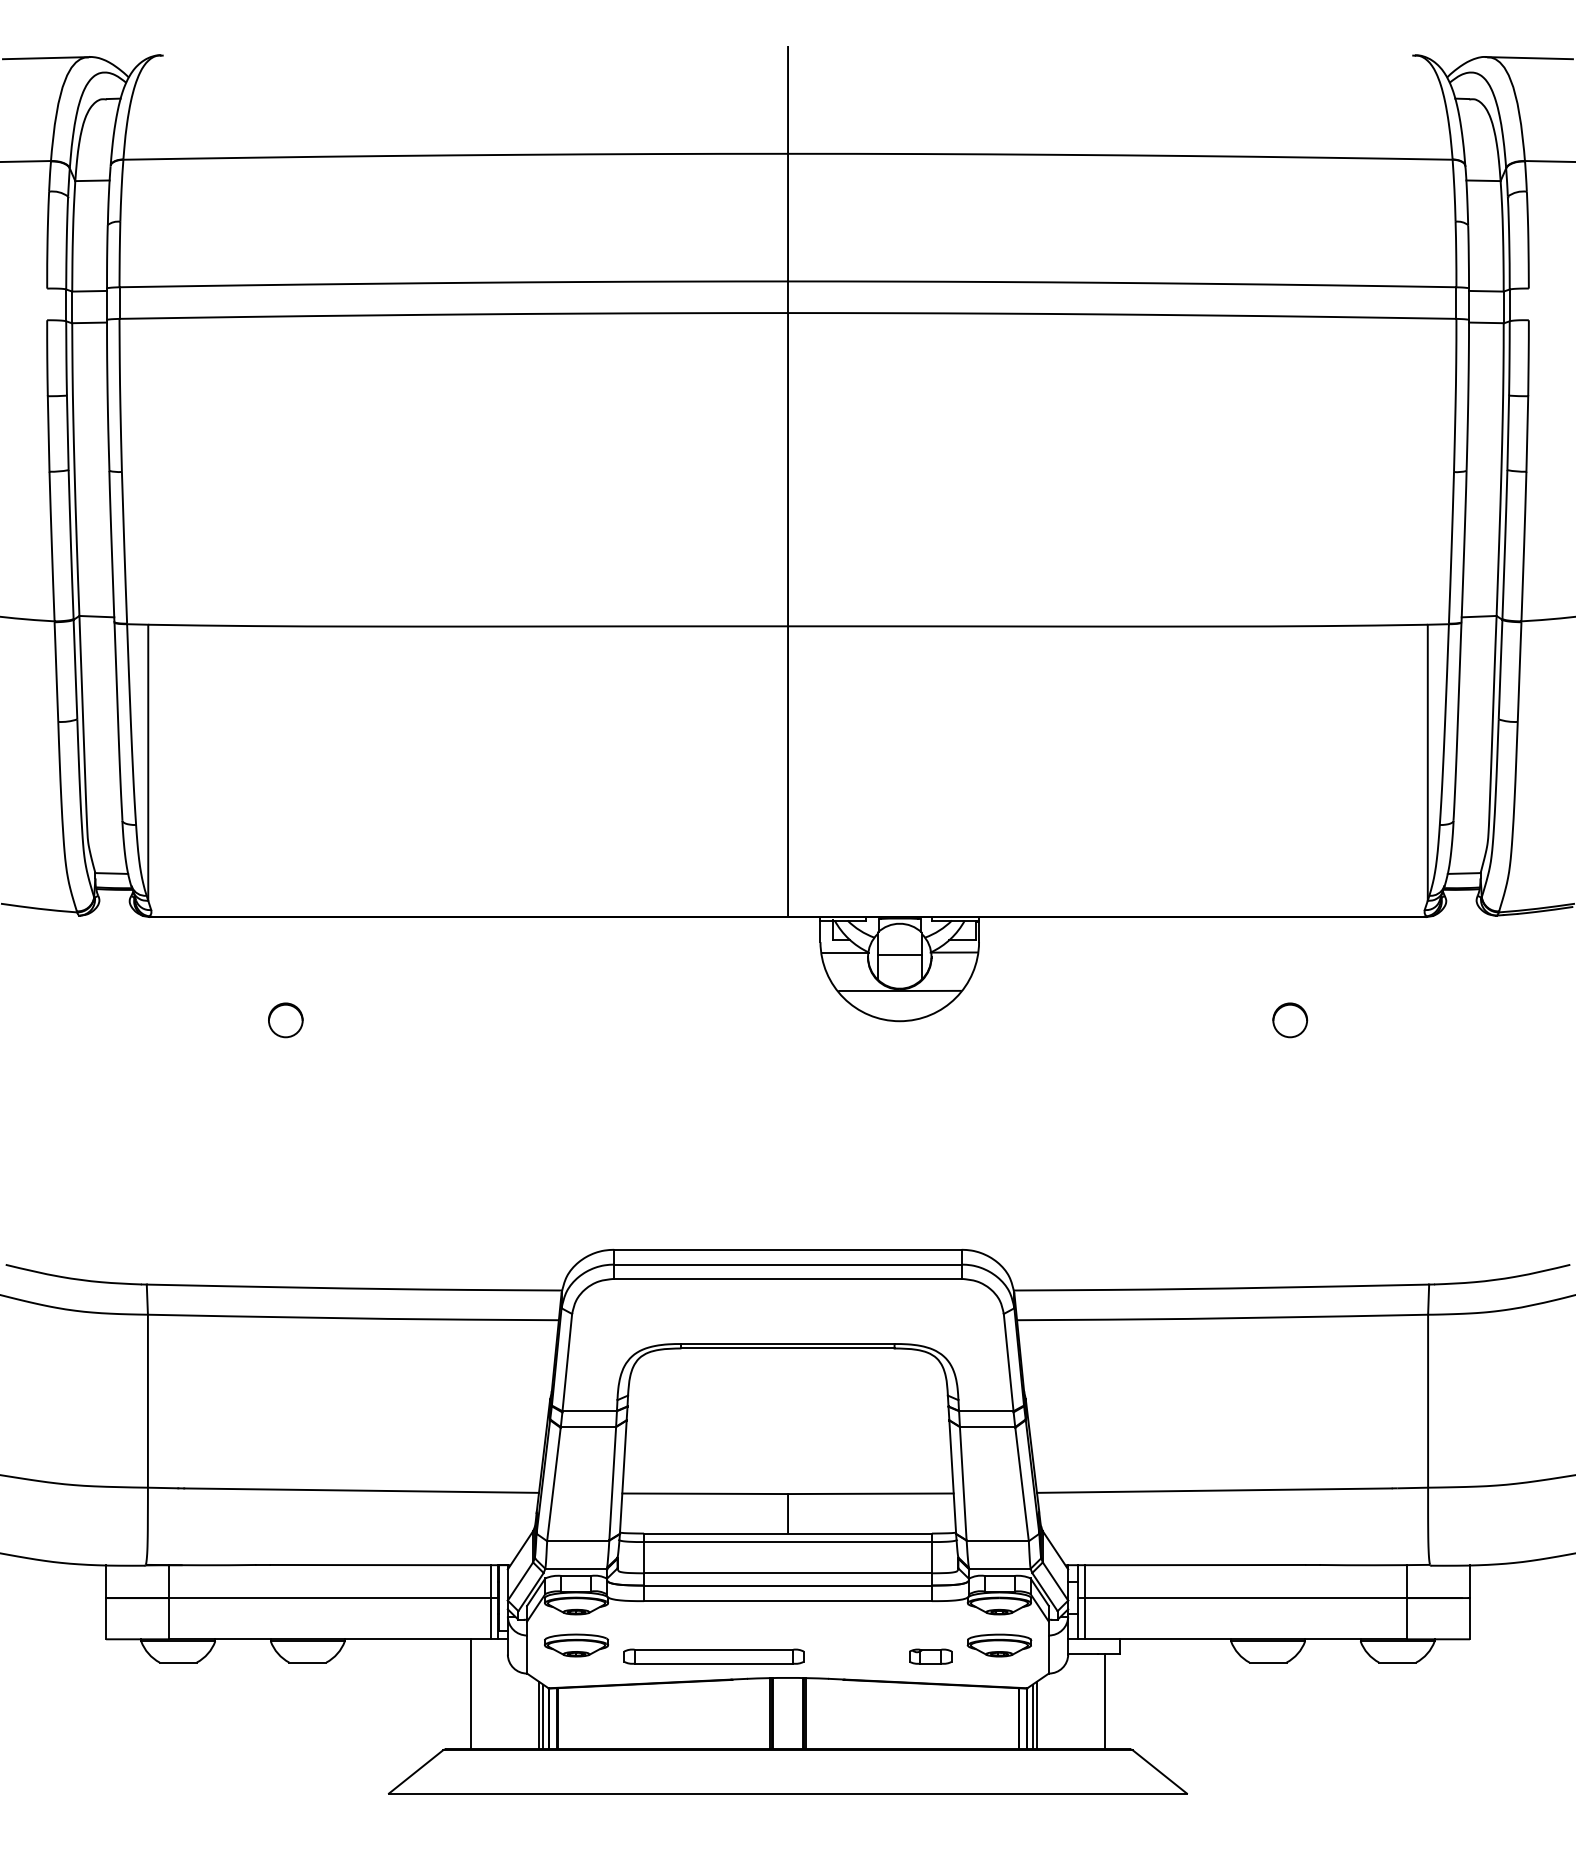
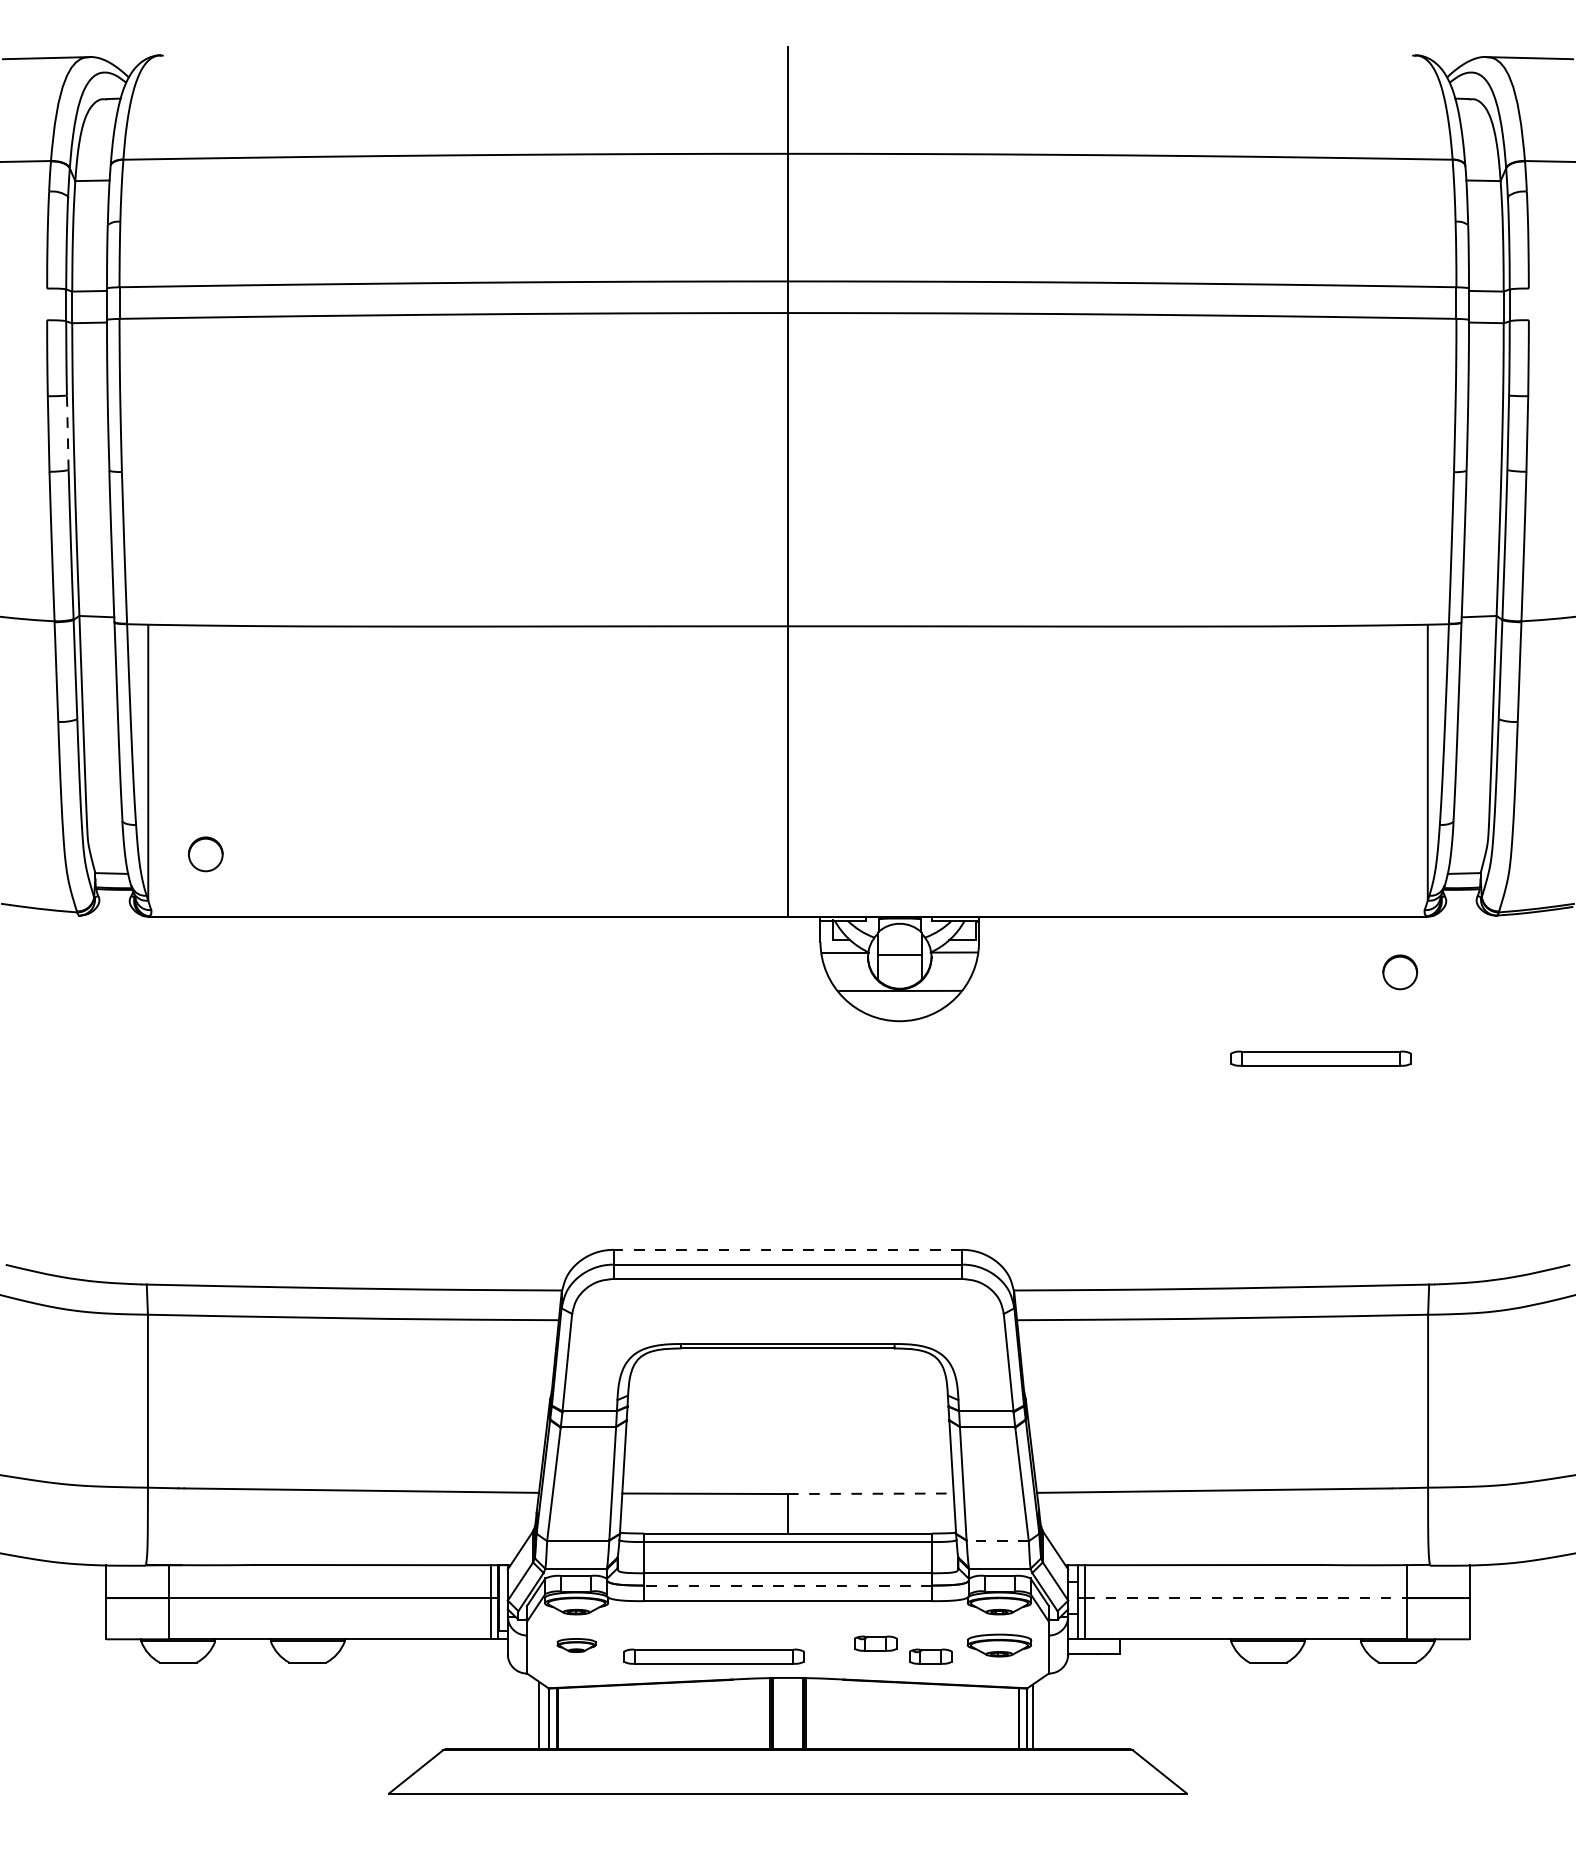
line at (67, 432): solid -> dashed
part at (285, 1020) position: (285, 1020) -> (205, 854)
part at (1290, 1020) position: (1290, 1020) -> (1400, 972)
part at (1320, 1058): none -> present
line at (787, 1249): solid -> dashed
line at (870, 1493): solid -> dashed
line at (997, 1540): solid -> dashed
line at (787, 1585): solid -> dashed
line at (1246, 1598): solid -> dashed
part at (875, 1643): none -> present
part at (576, 1645) size: 65x25 px -> 41x15 px
line at (470, 1694): present -> none
line at (1105, 1701): present -> none
line at (1036, 1715): present -> none
line at (543, 1716): present -> none
